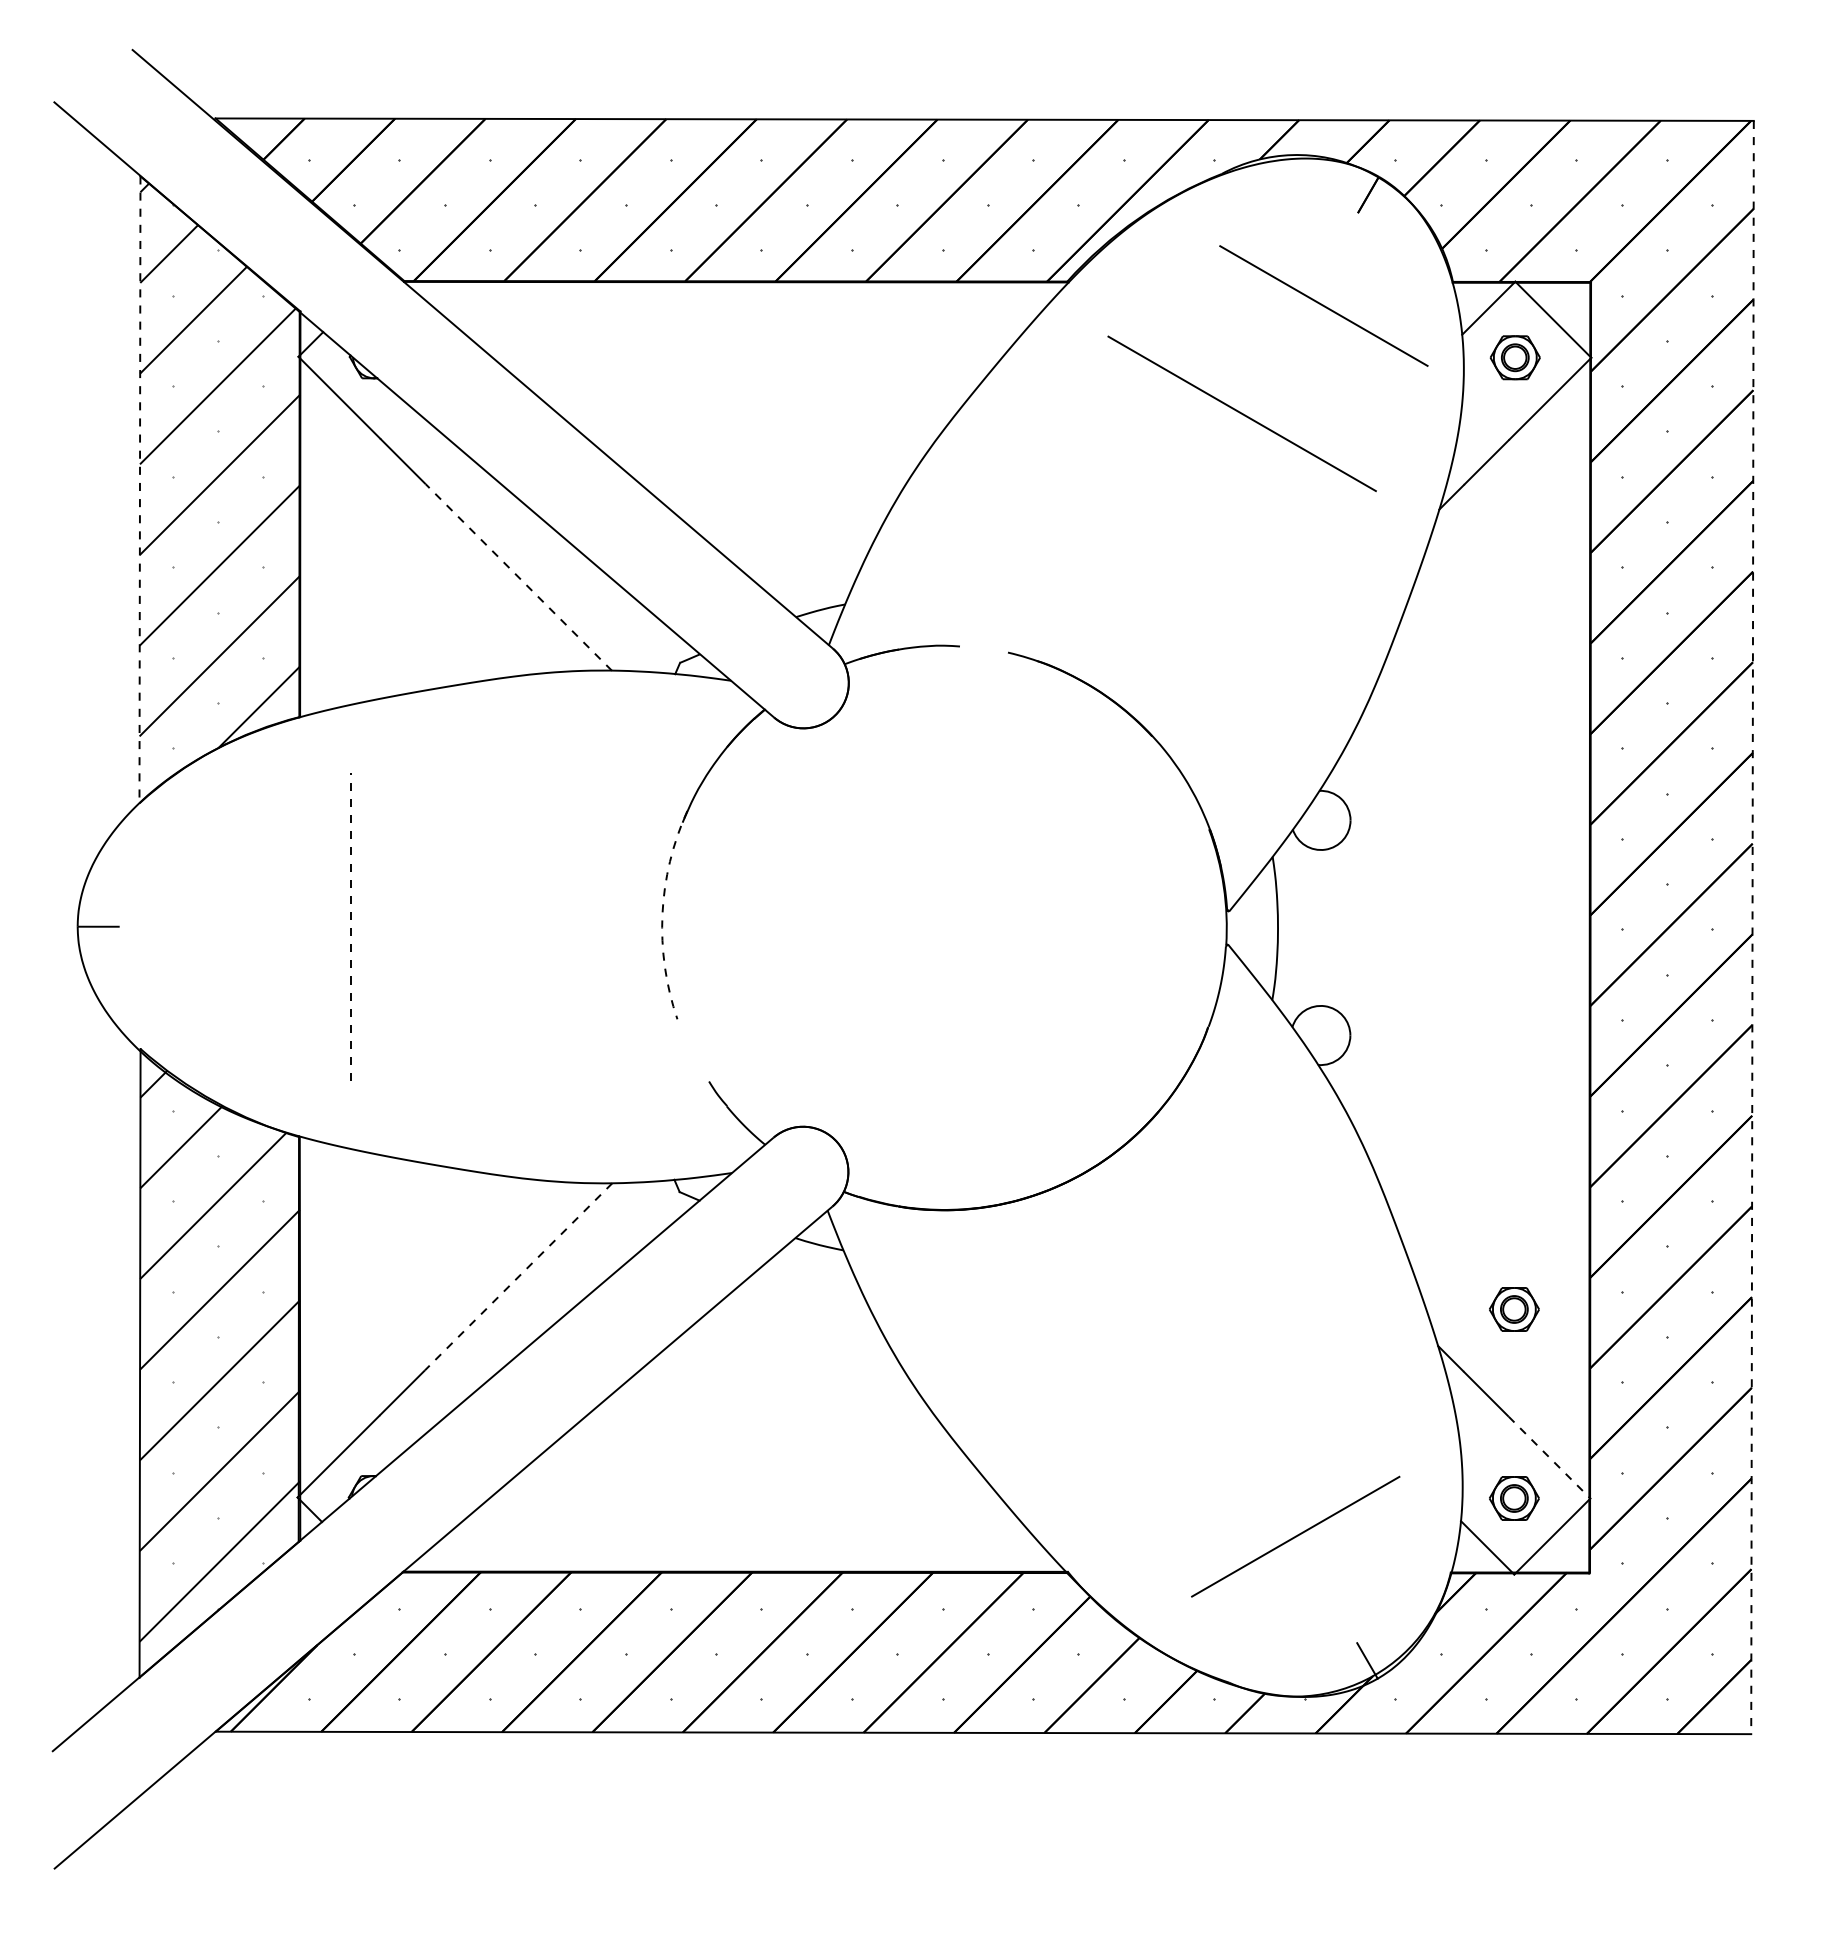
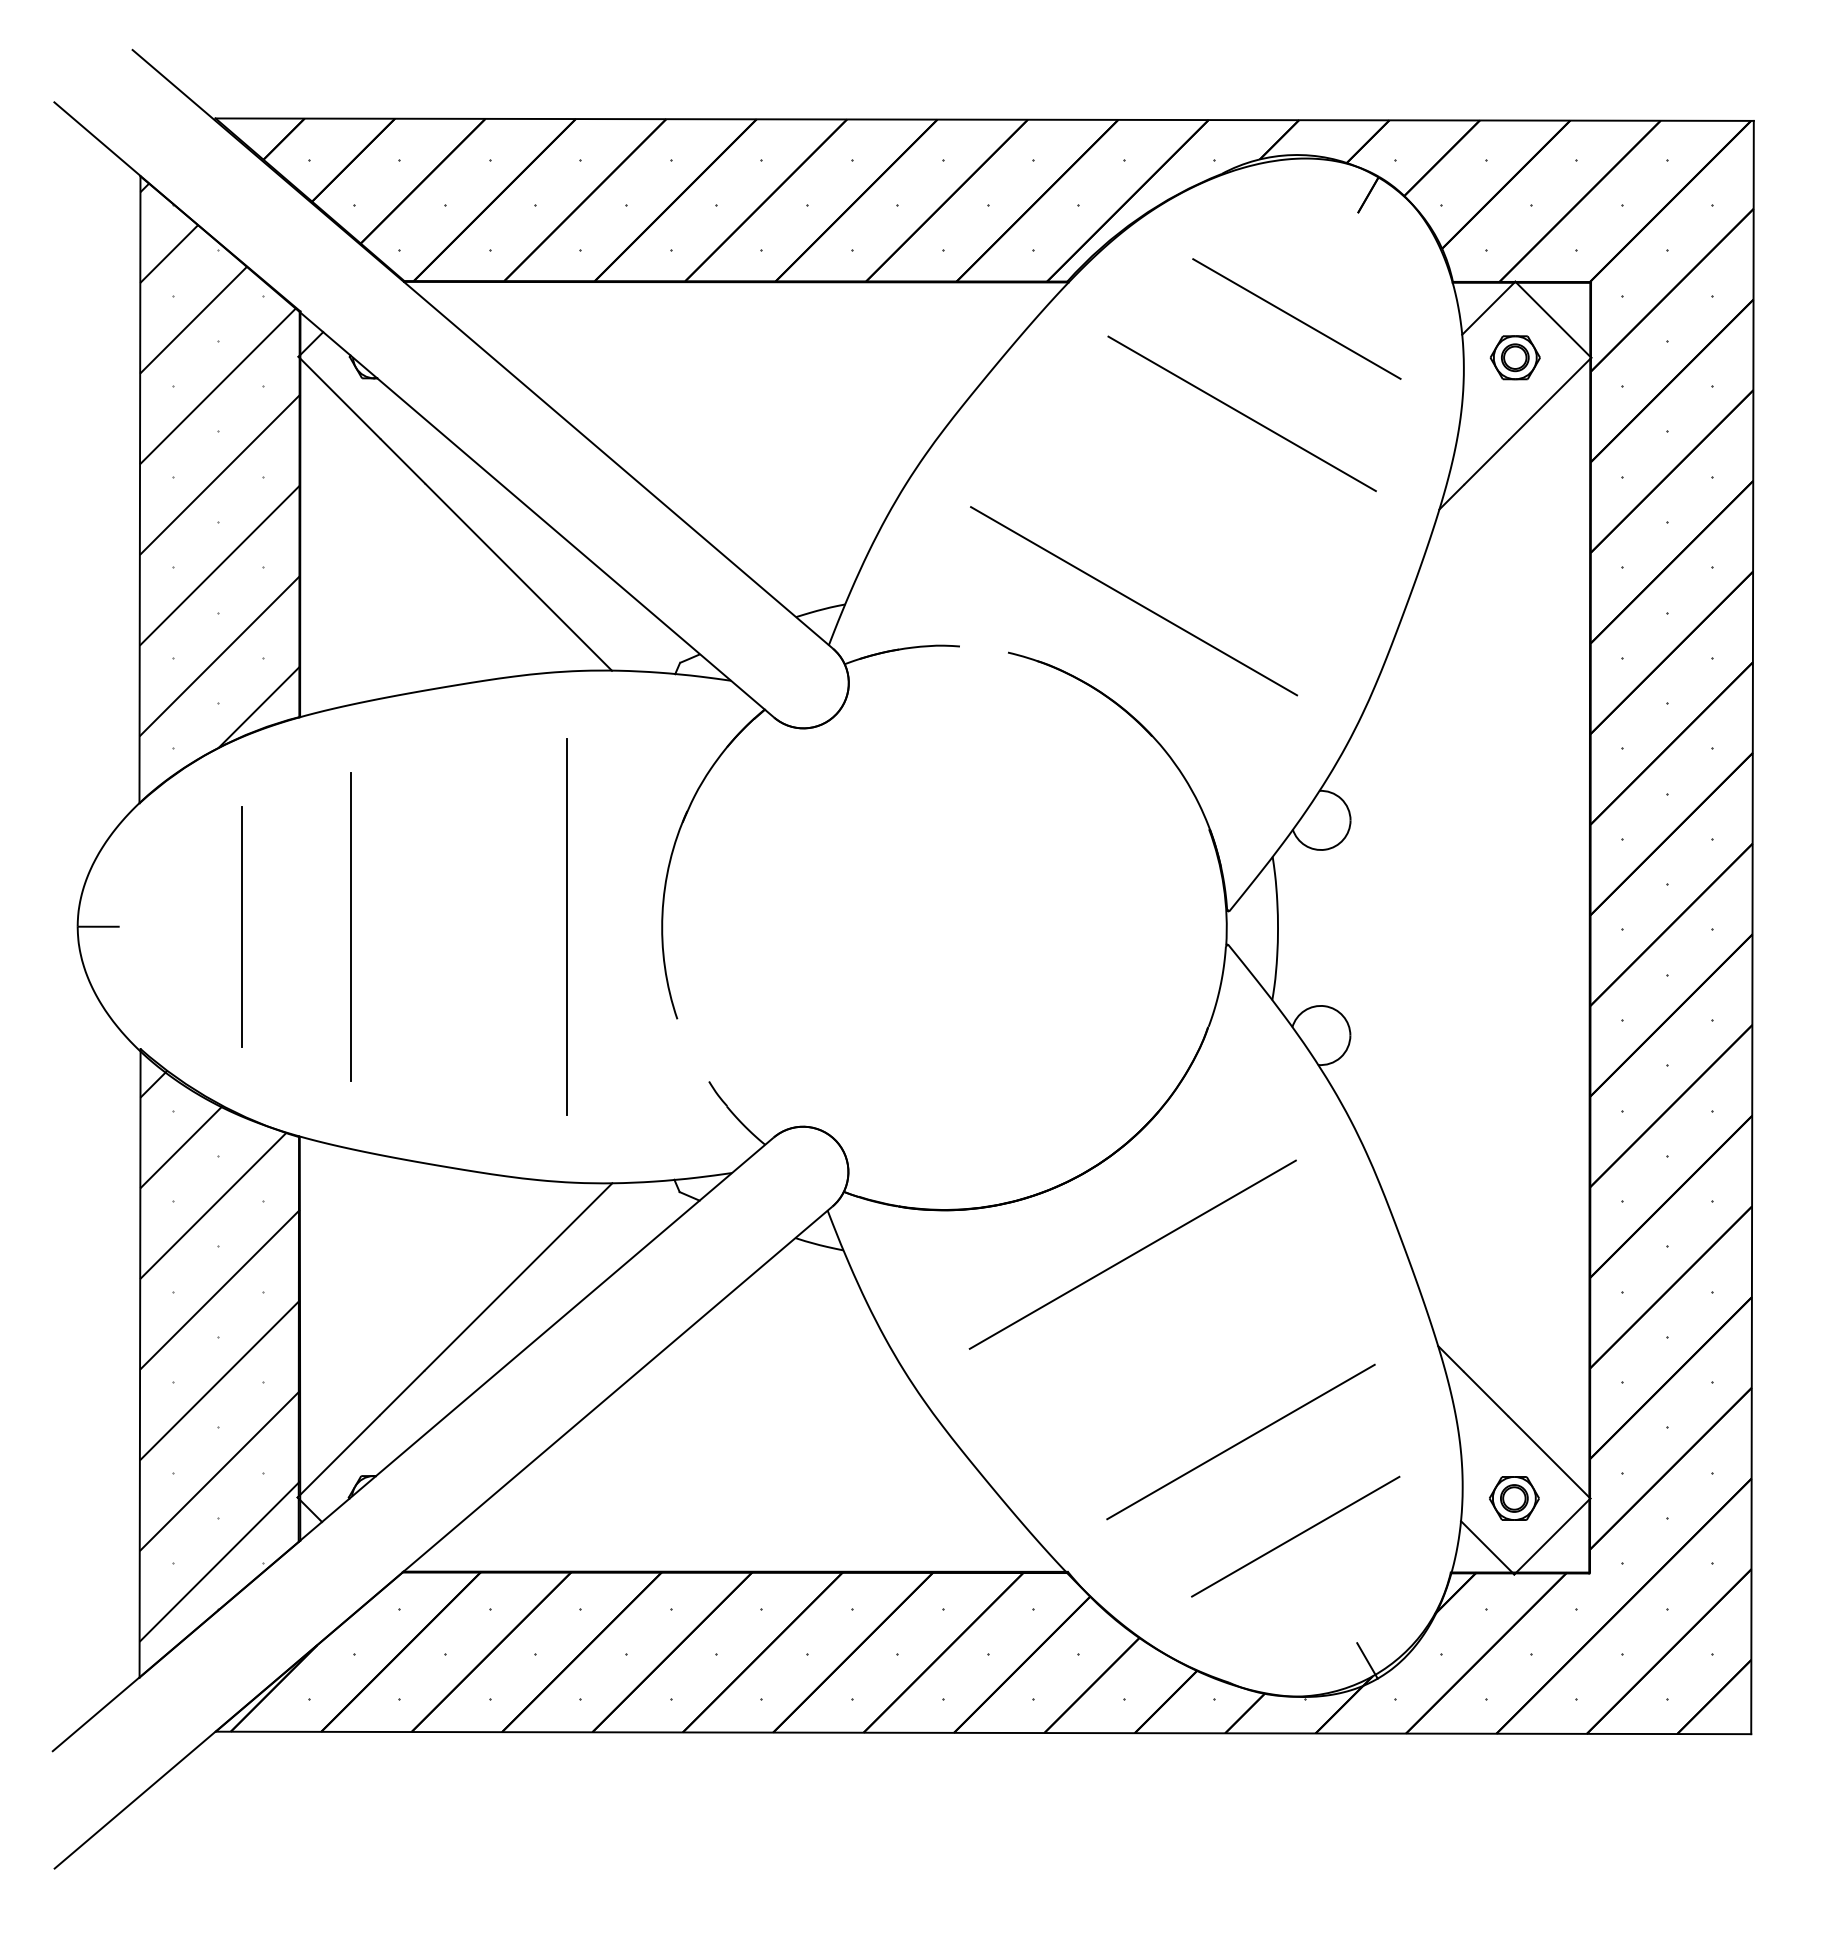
line at (1323, 305) position: (1323, 305) -> (1296, 318)
line at (139, 490): dashed -> solid
line at (518, 577): dashed -> solid
line at (1134, 601): none -> present
arc at (662, 914): dashed -> solid
line at (241, 926): none -> present
line at (351, 926): dashed -> solid
line at (567, 926): none -> present
line at (1752, 927): dashed -> solid
line at (1132, 1254): none -> present
line at (518, 1277): dashed -> solid
part at (1514, 1309): present -> none
line at (1240, 1441): none -> present
line at (1549, 1457): dashed -> solid
